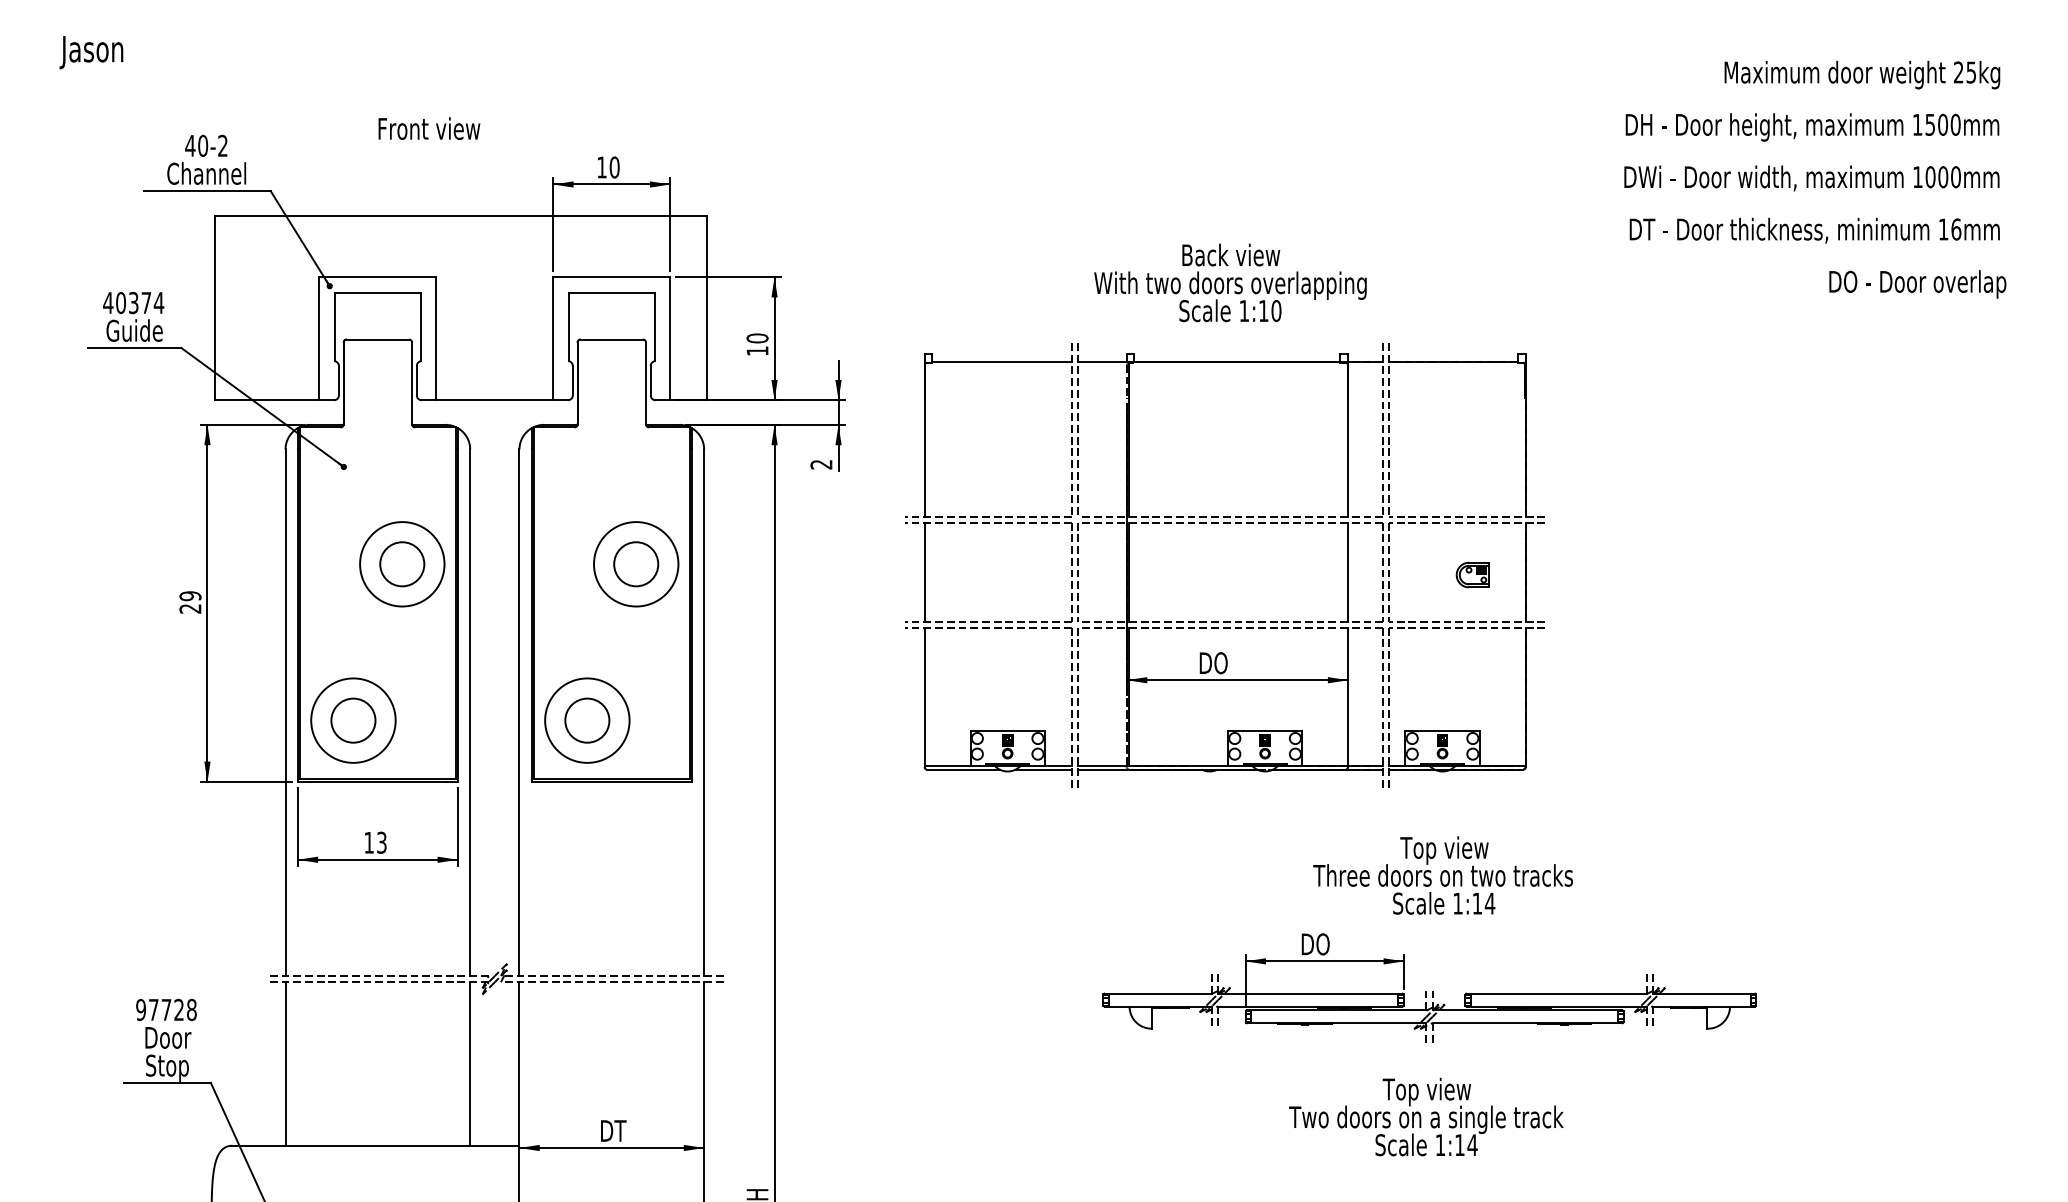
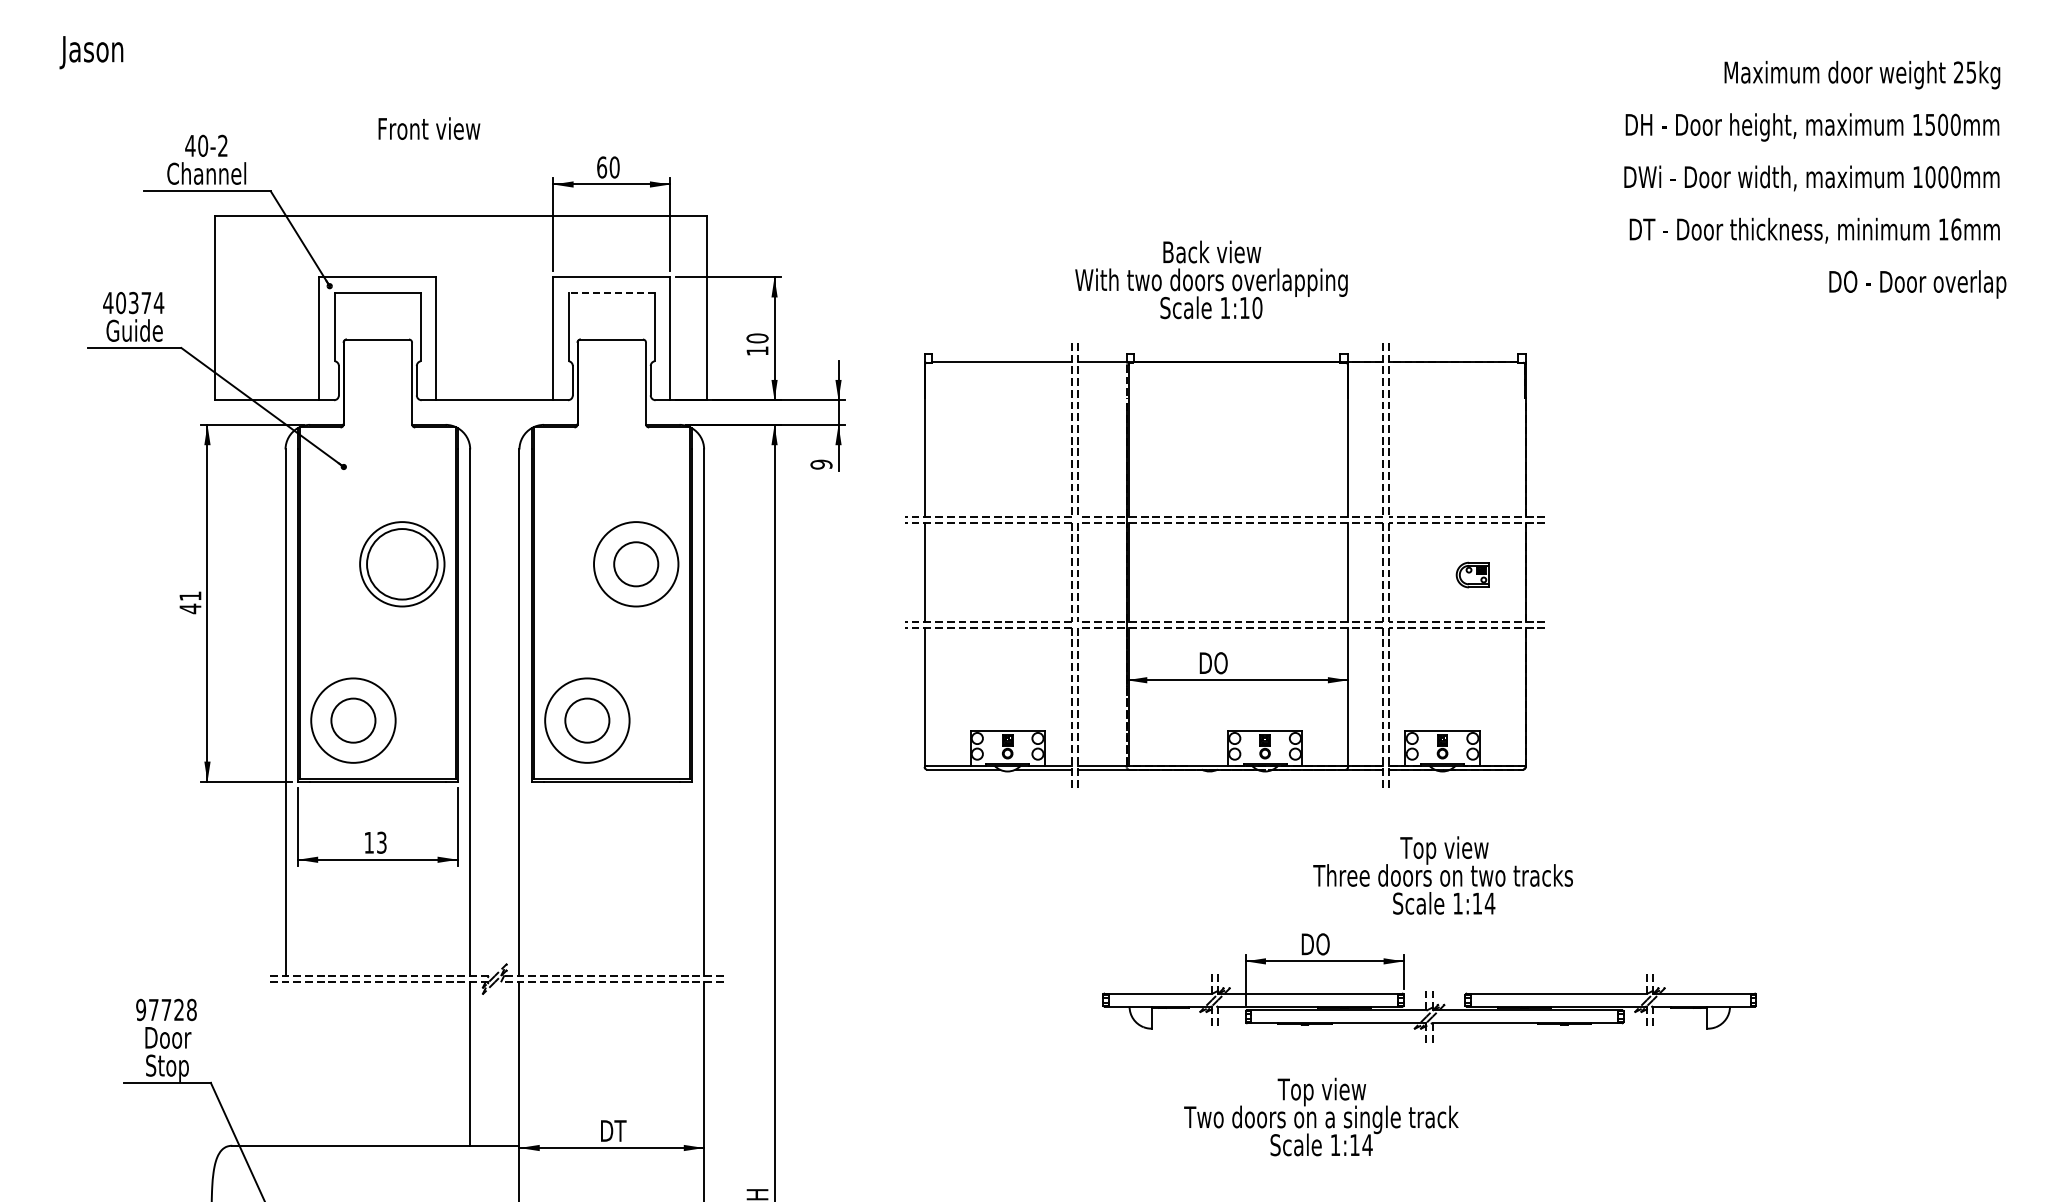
text at (602, 167): 10 -> 60
text at (1230, 282) position: (1230, 282) -> (1211, 279)
line at (611, 292): solid -> dashed
text at (821, 464): 2 -> 9
circle at (402, 564) diameter: 44 px -> 71 px
text at (190, 602): 29 -> 41
line at (285, 1063): present -> none
text at (1426, 1116) position: (1426, 1116) -> (1321, 1116)
